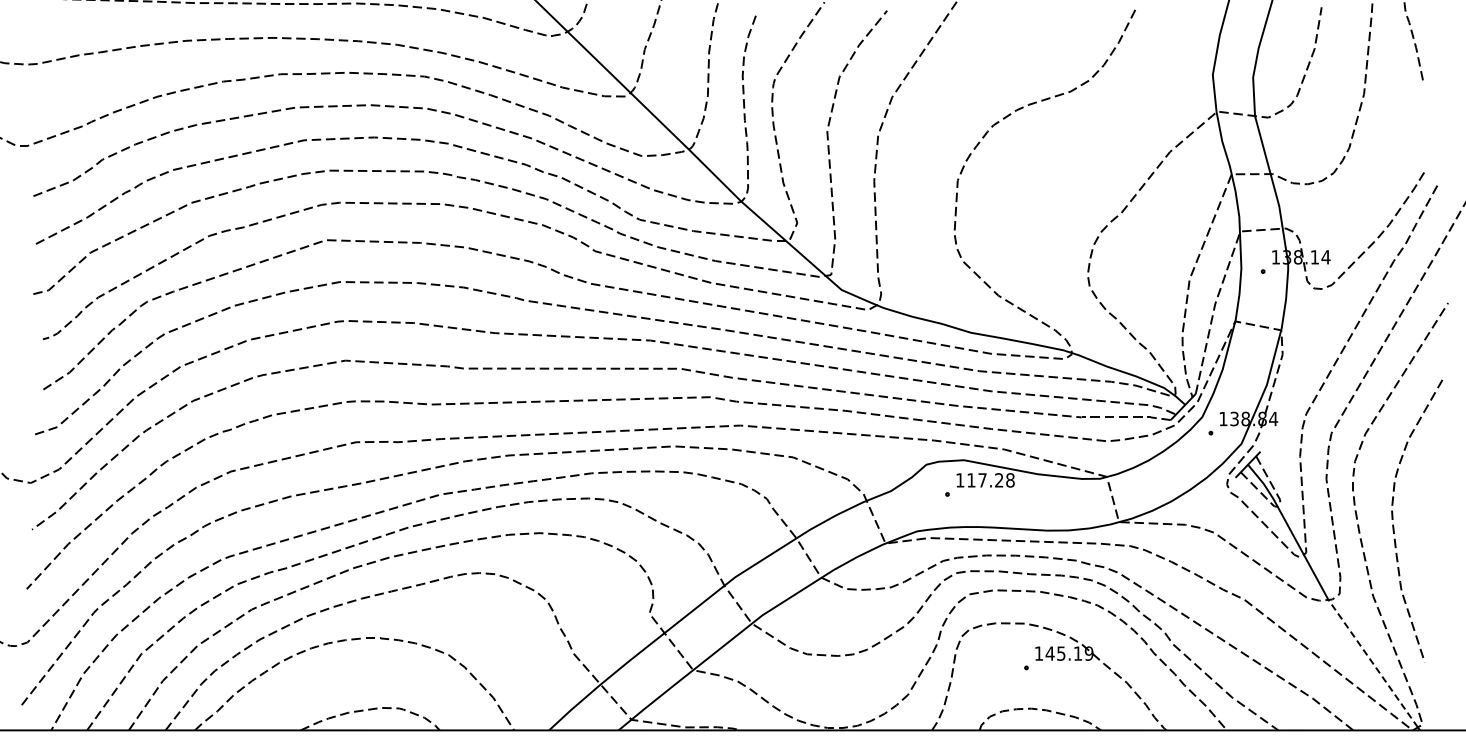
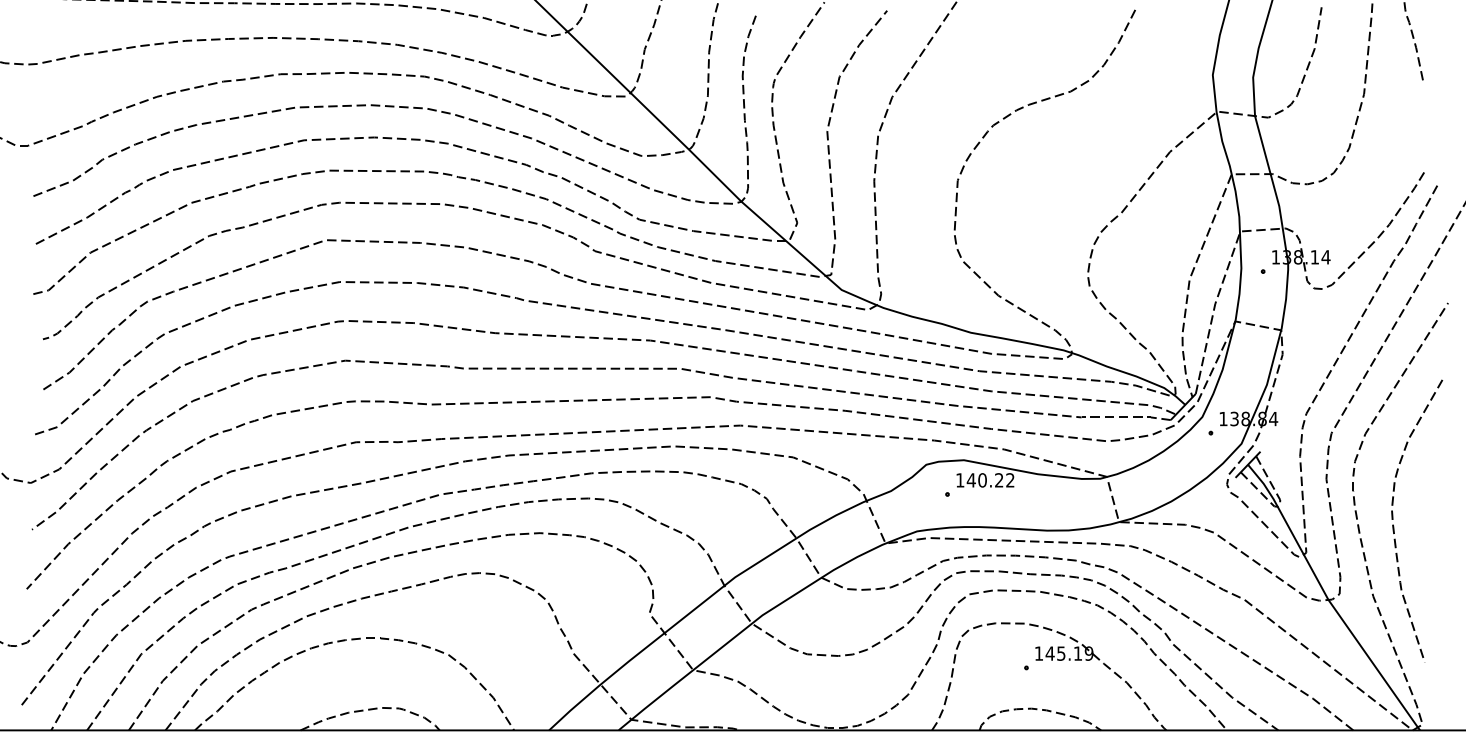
text at (990, 480): 117.28 -> 140.22
line at (1373, 663): dashed -> solid
